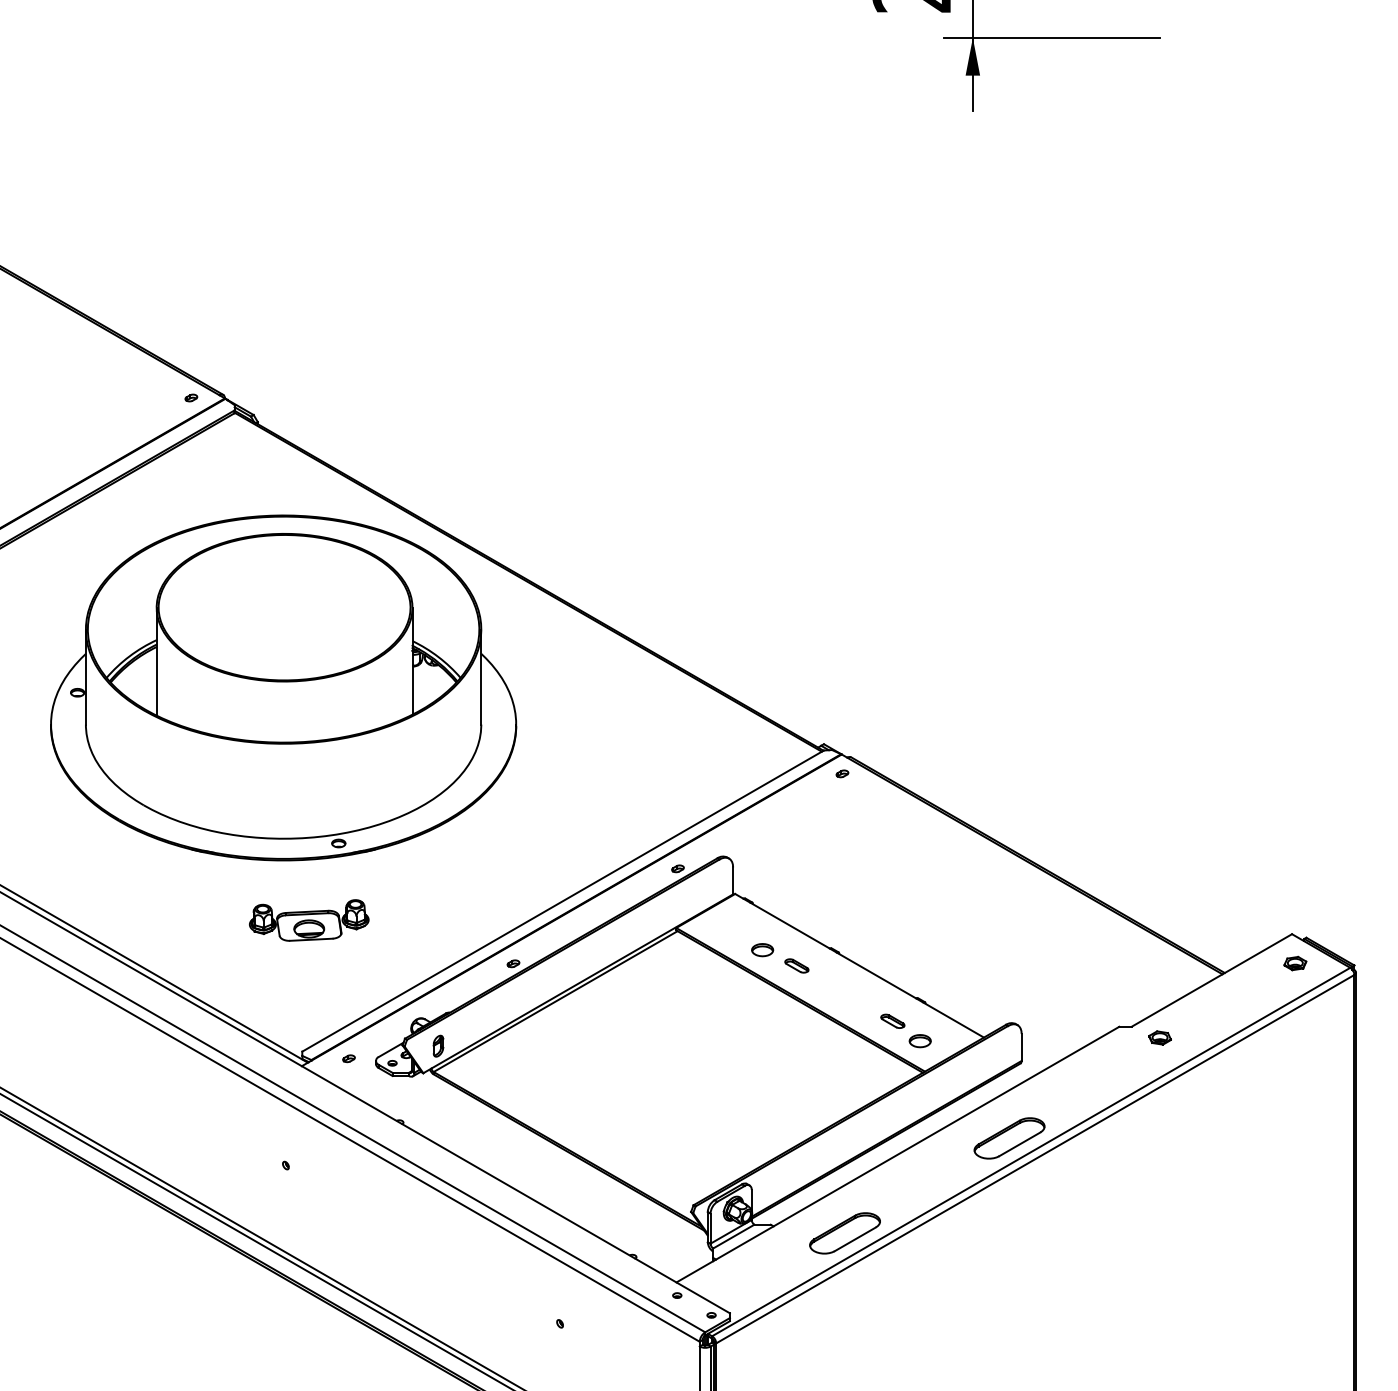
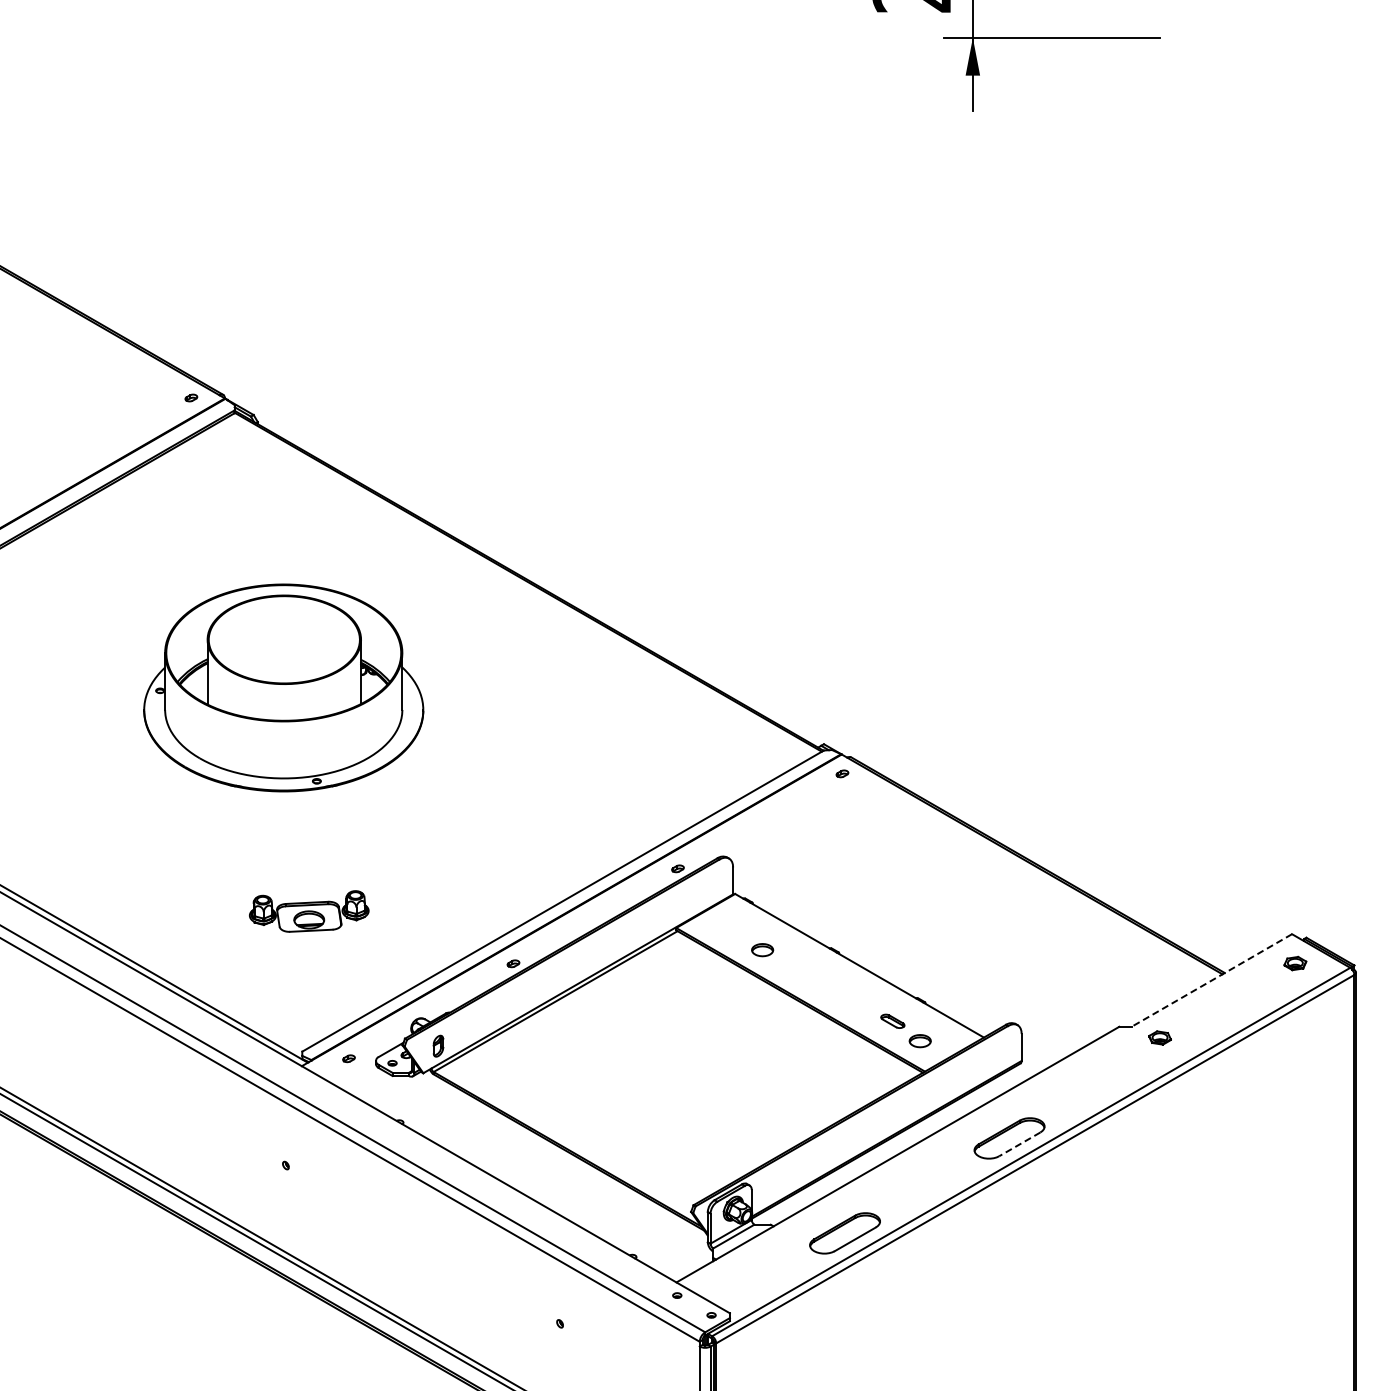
part at (283, 687) size: 468x348 px -> 282x210 px
part at (309, 920) position: (309, 920) -> (309, 911)
part at (796, 965): present -> none
line at (1211, 980): solid -> dashed
line at (1019, 1144): solid -> dashed
